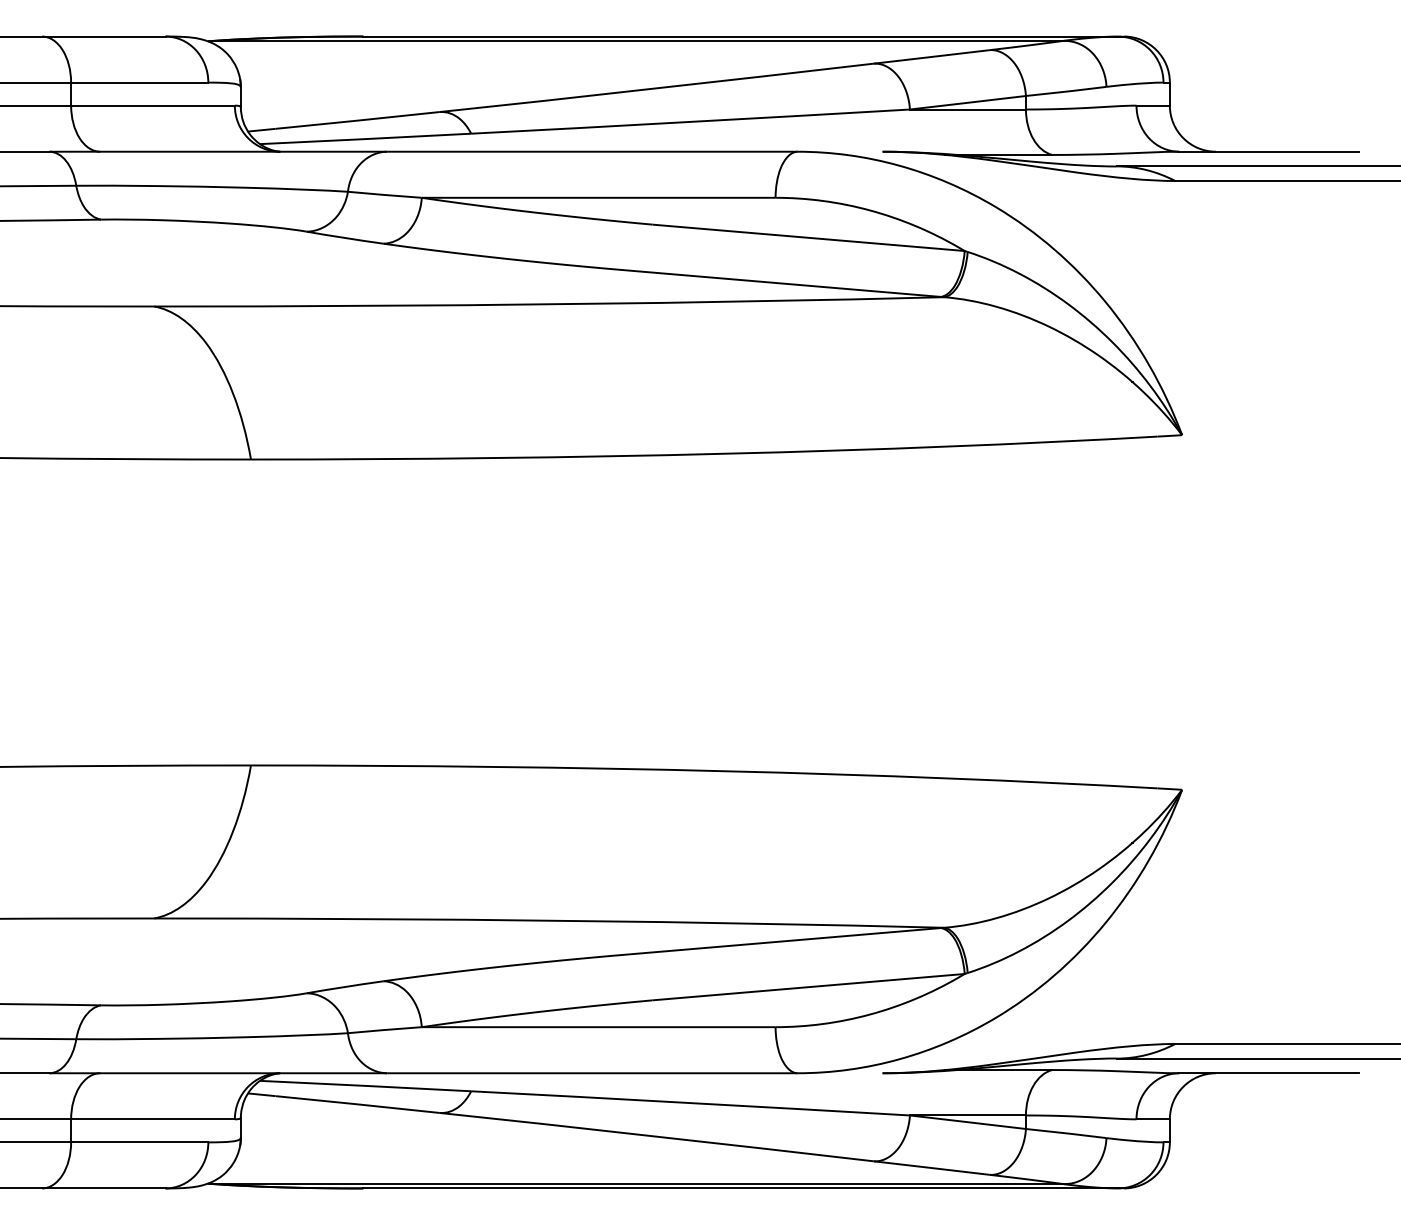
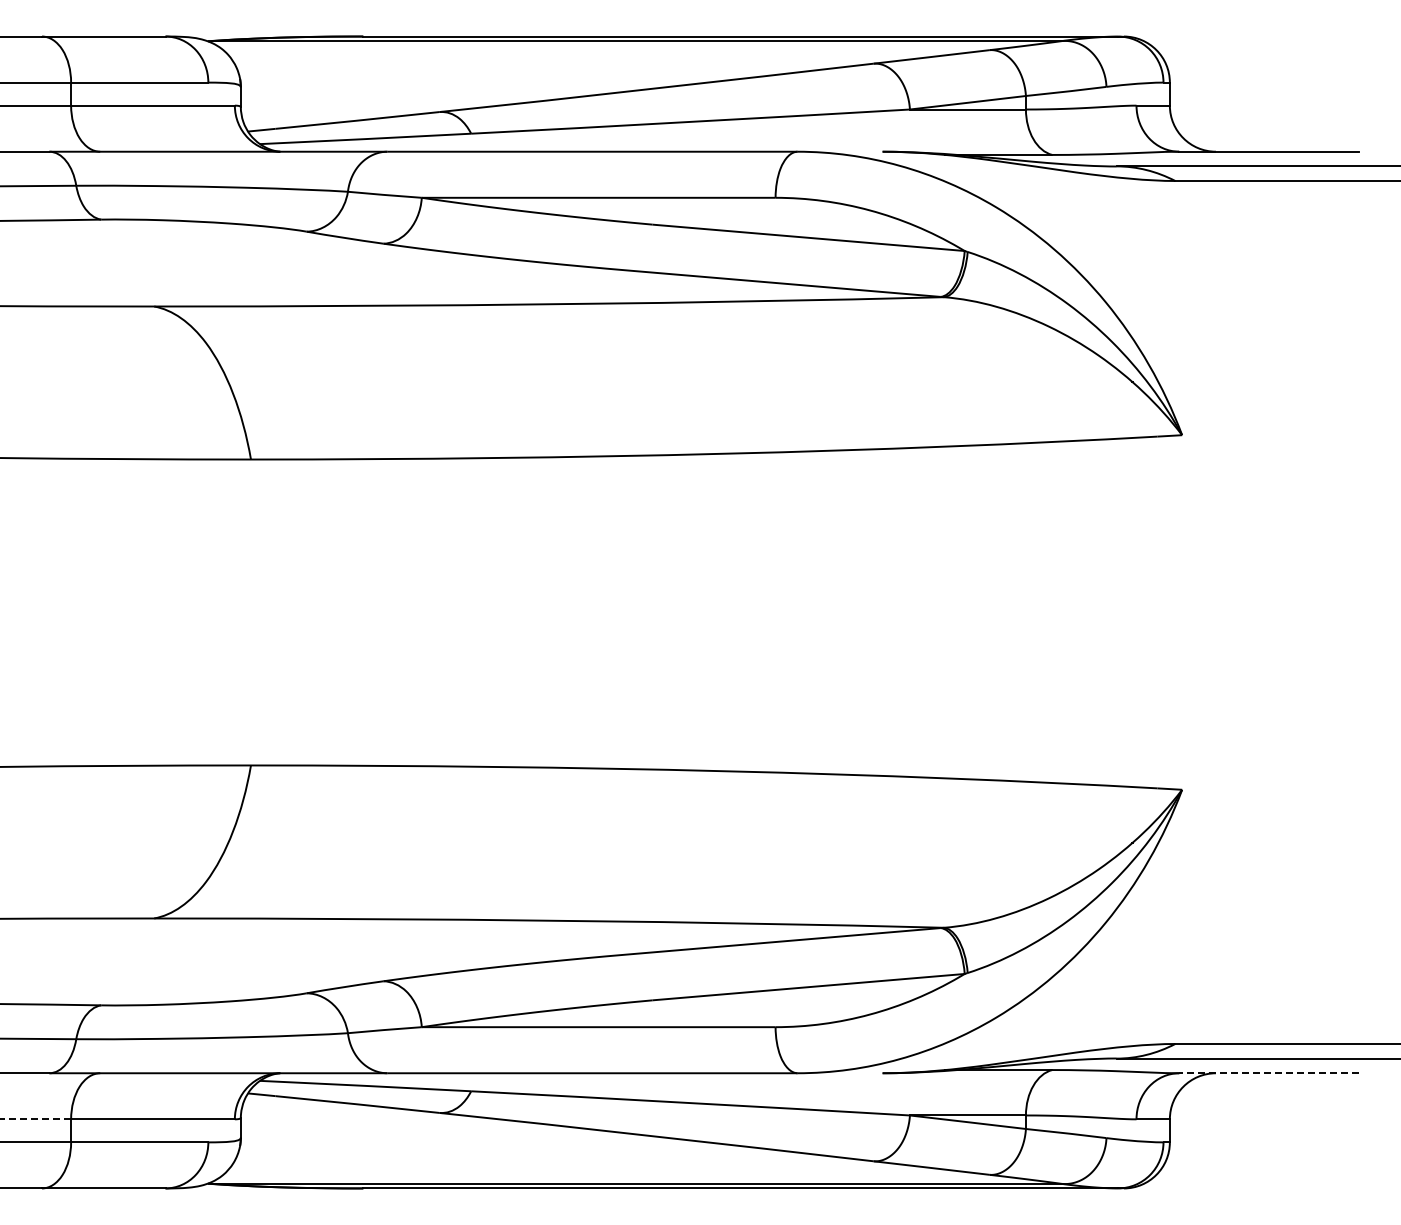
line at (1269, 1073): solid -> dashed
line at (35, 1119): solid -> dashed
